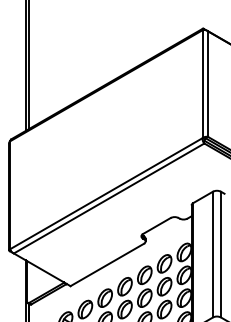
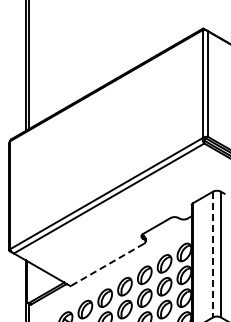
line at (213, 254): solid -> dashed
line at (106, 265): solid -> dashed
